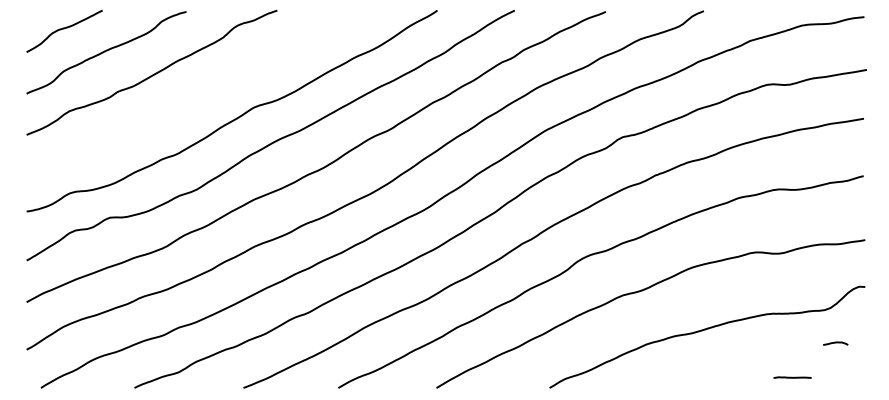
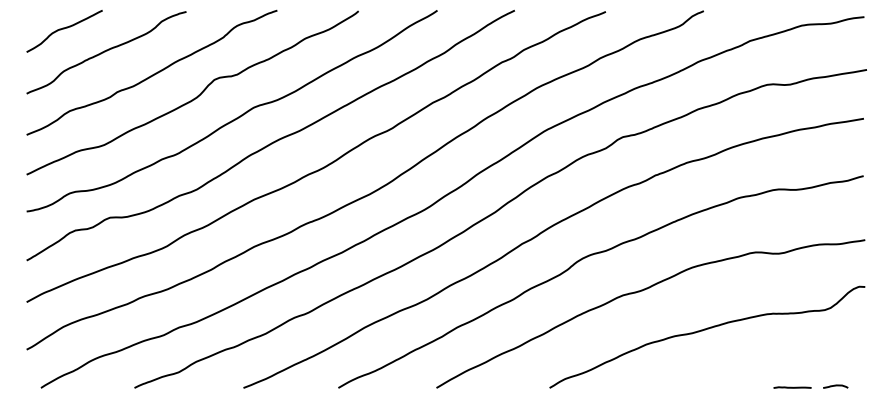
curve at (196, 96): none -> present
curve at (835, 343) position: (835, 343) -> (835, 386)
line at (792, 377) position: (792, 377) -> (792, 387)
